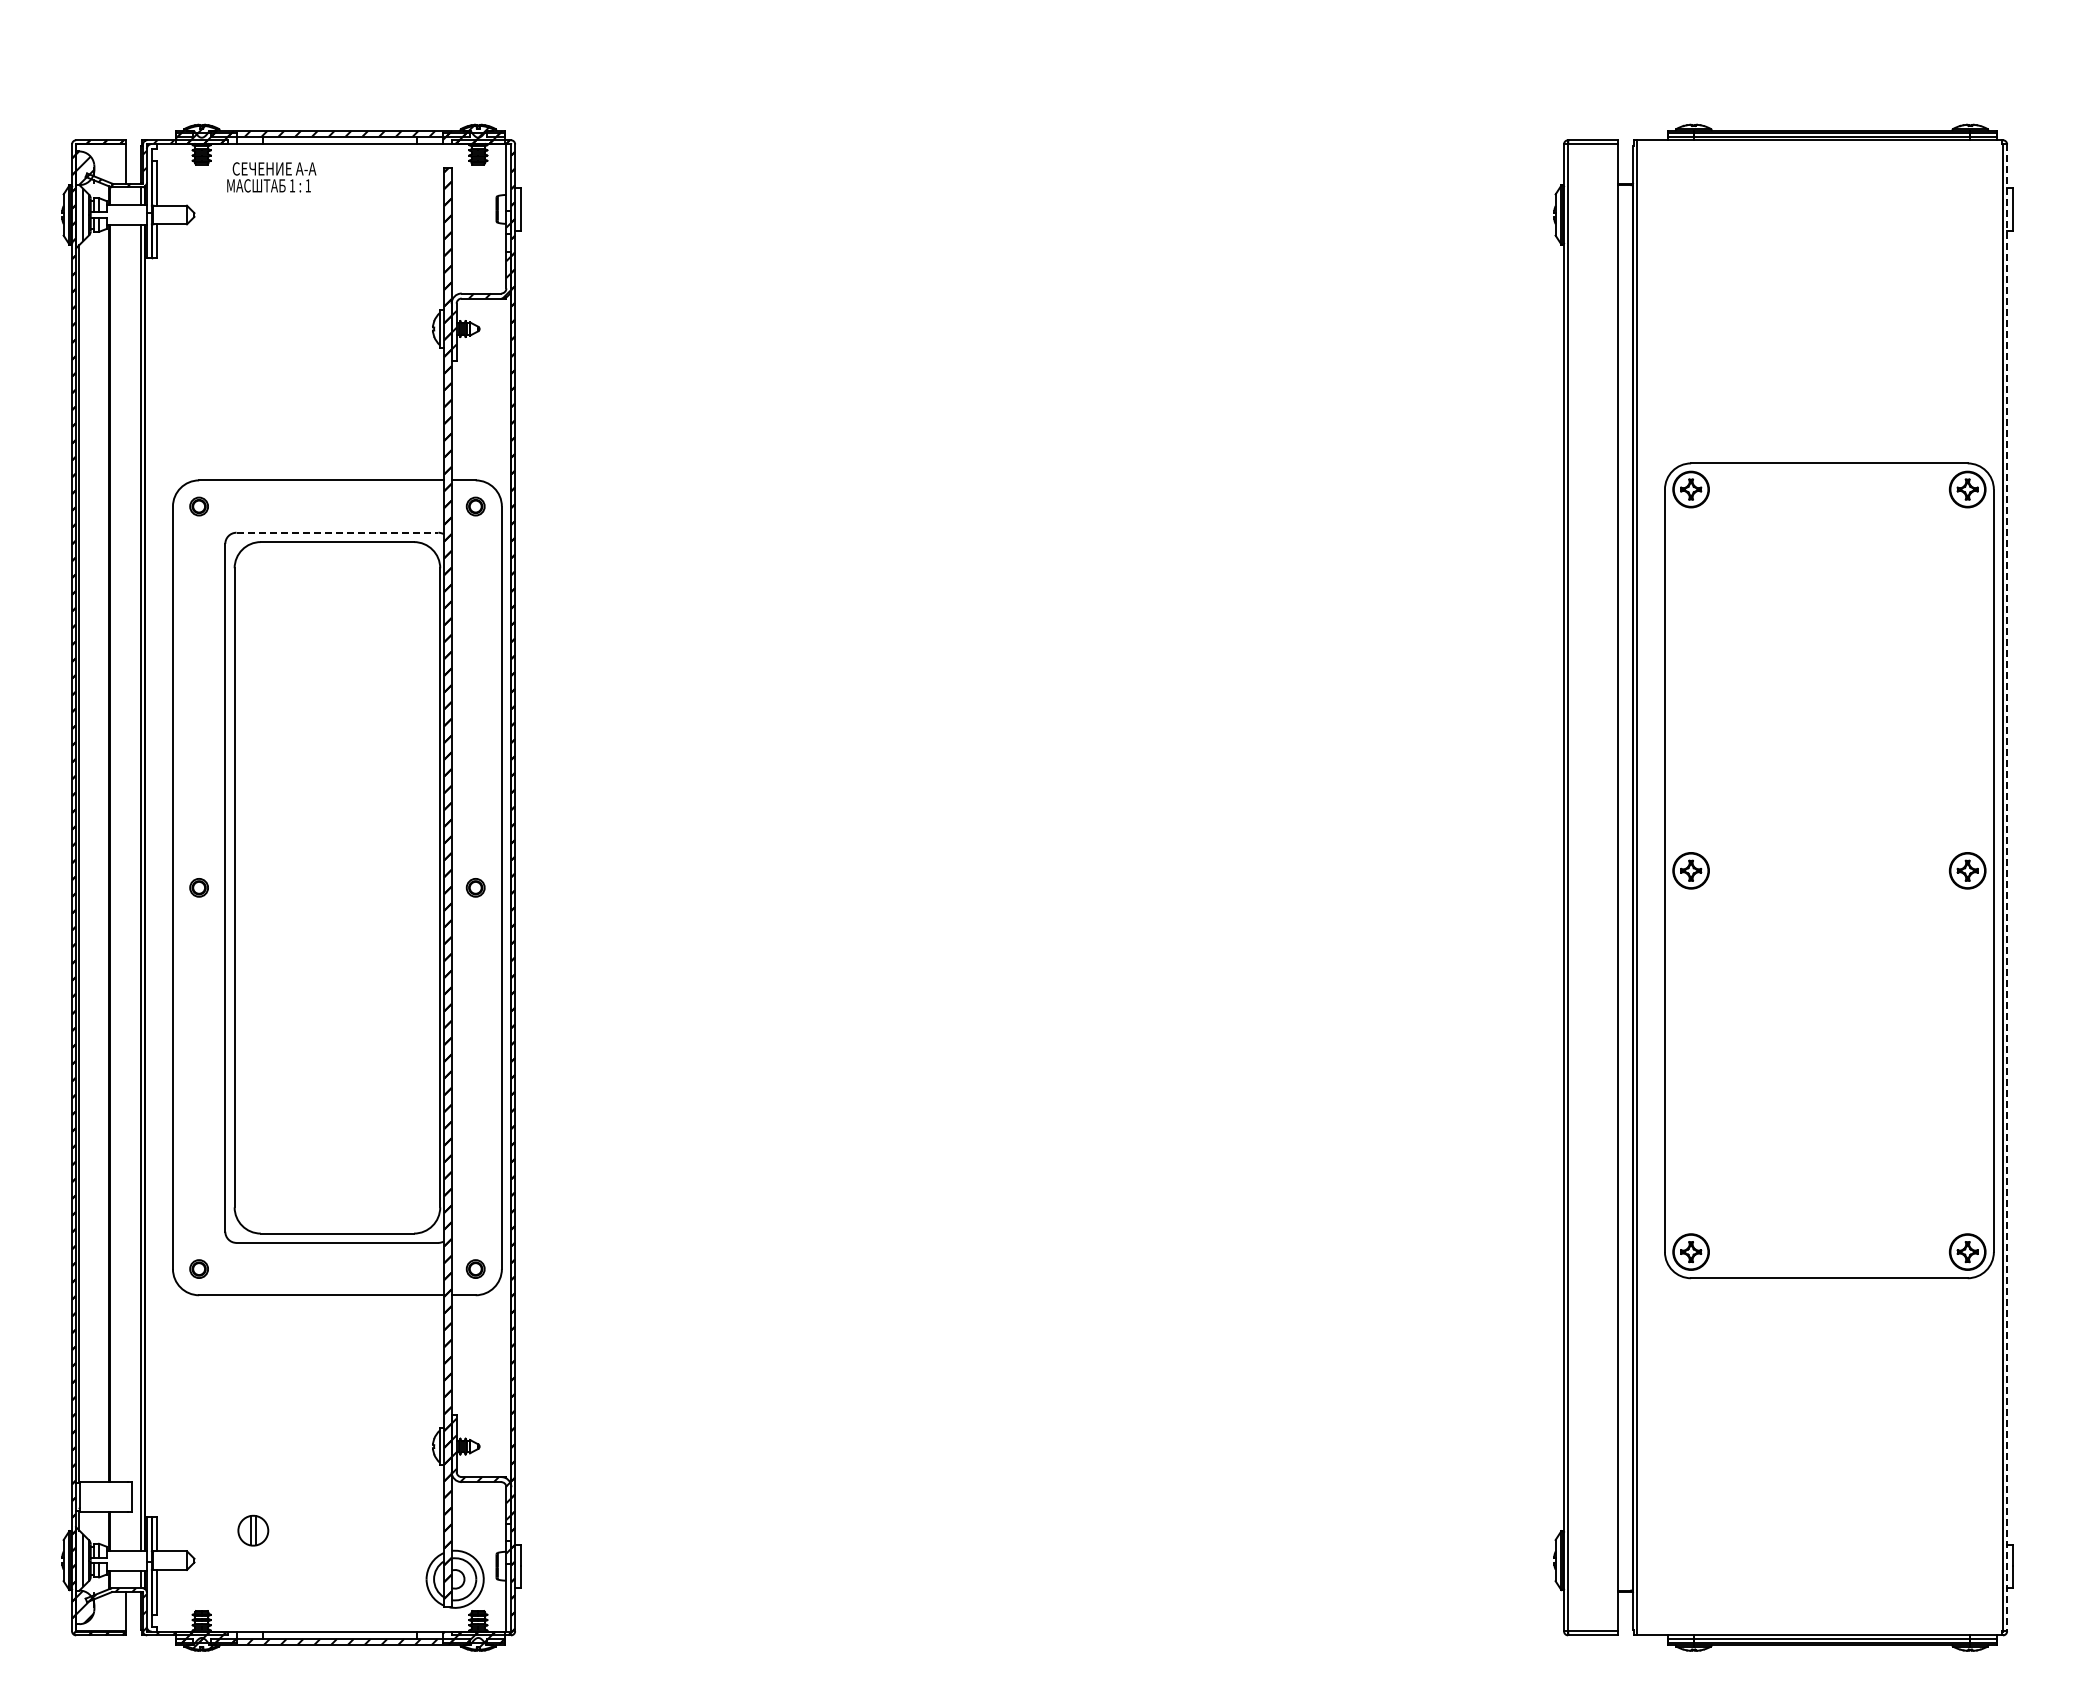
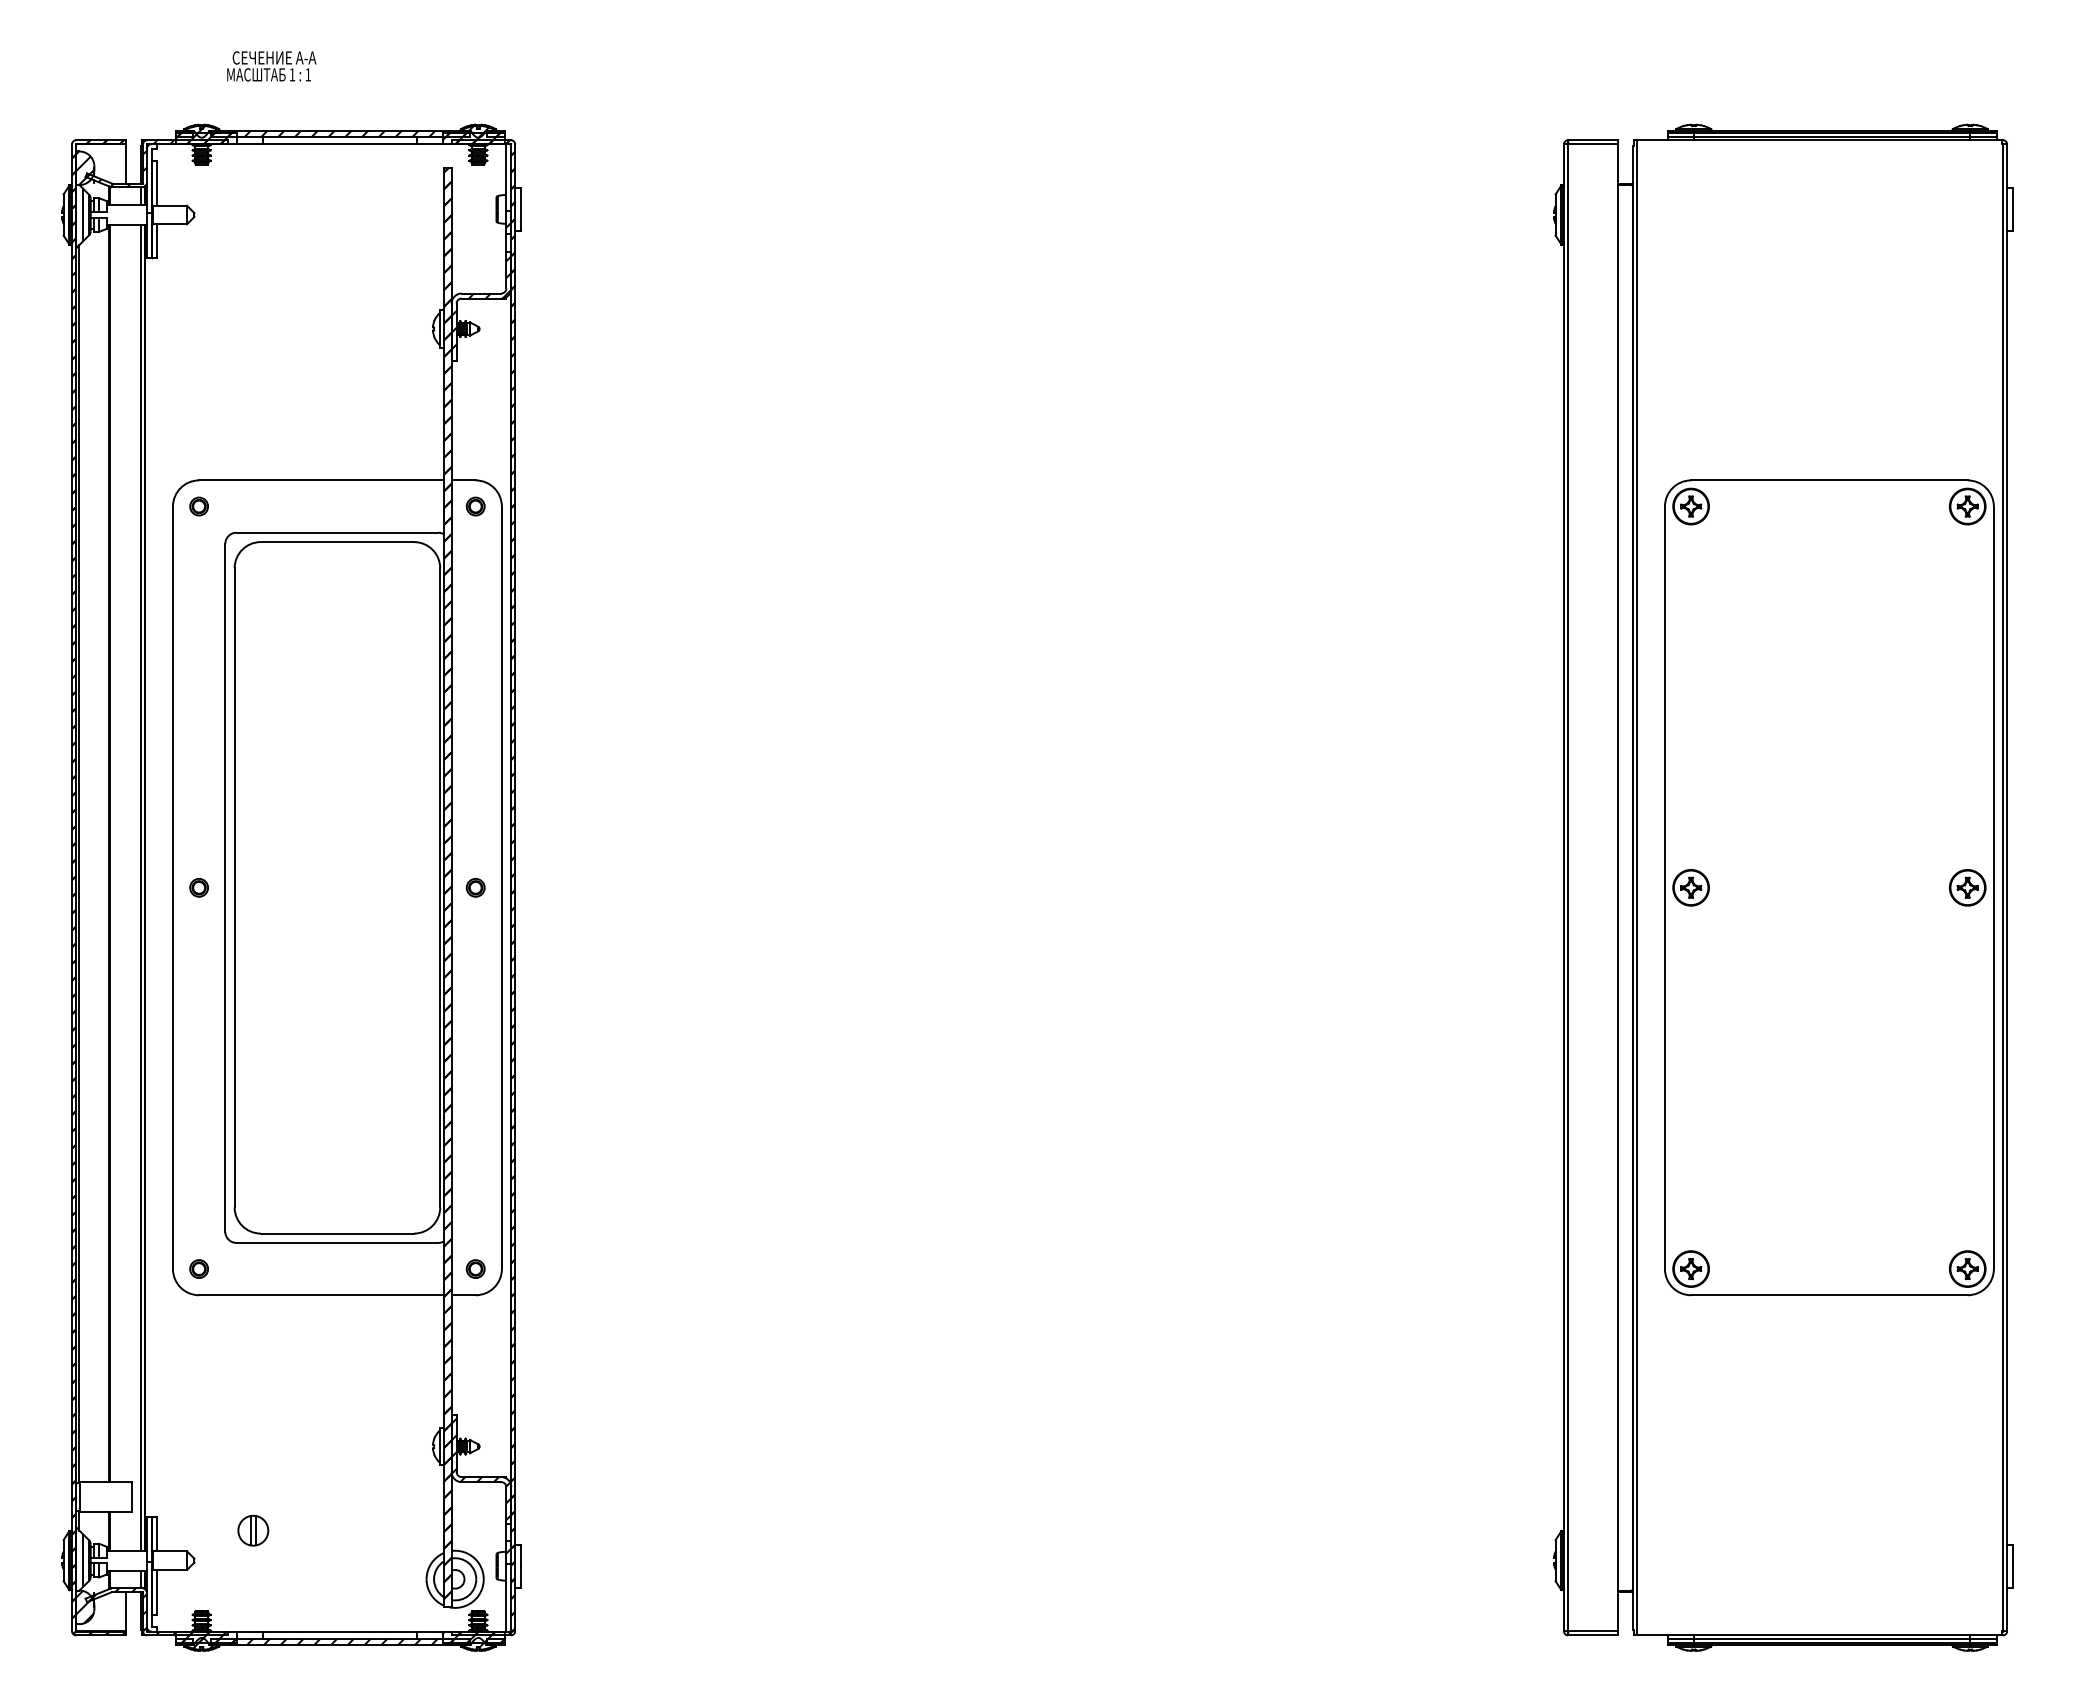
text at (271, 177) position: (271, 177) -> (271, 66)
line at (337, 532): dashed -> solid
part at (1829, 870) position: (1829, 870) -> (1829, 887)
line at (2007, 888): dashed -> solid
